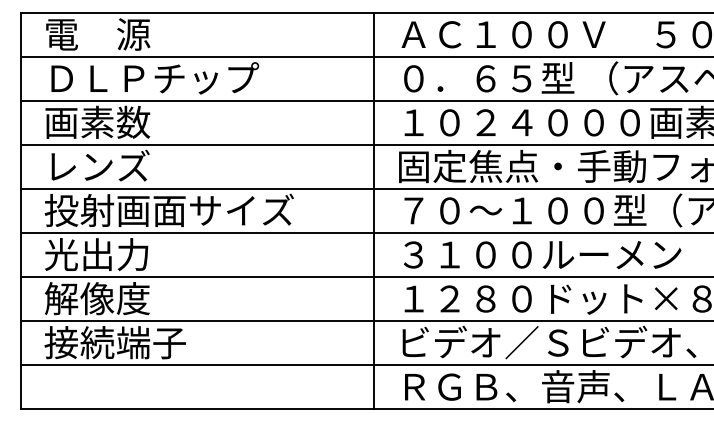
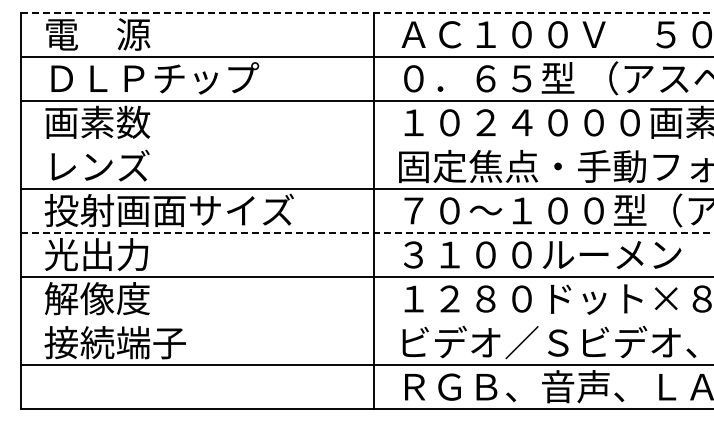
line at (368, 12): solid -> dashed
line at (365, 144): present -> none
line at (368, 233): solid -> dashed
line at (365, 321): present -> none
